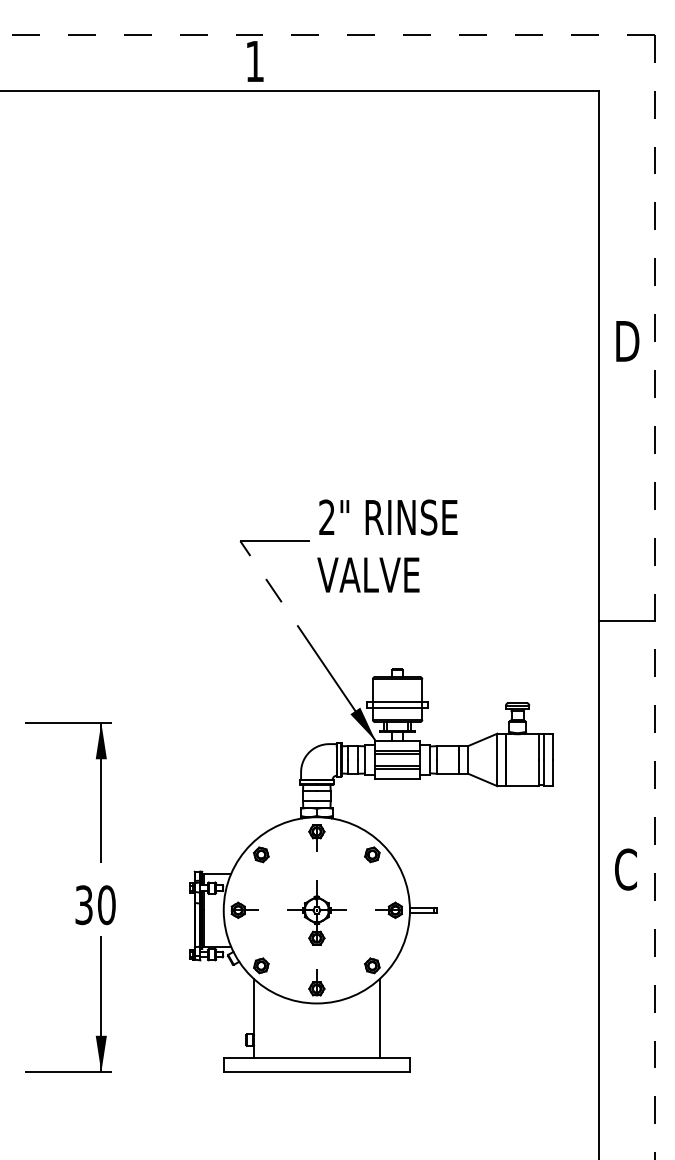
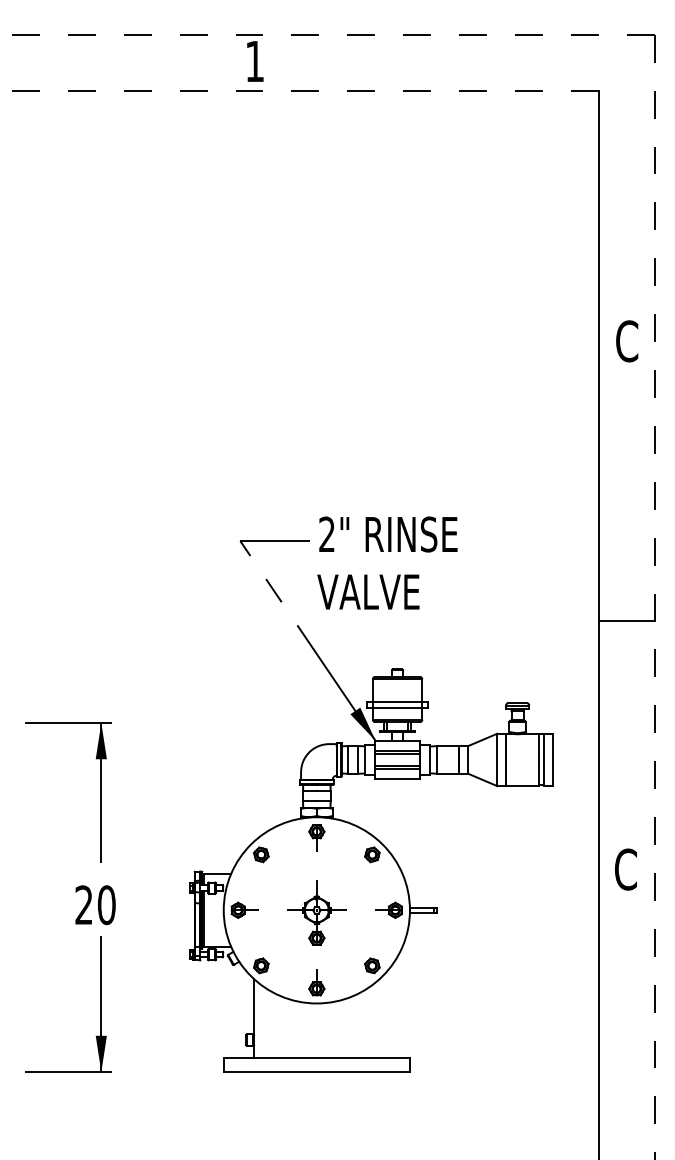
line at (299, 90): solid -> dashed
text at (627, 341): D -> C
text at (387, 545) position: (387, 545) -> (387, 562)
text at (83, 905): 30 -> 20
line at (379, 1018): present -> none
